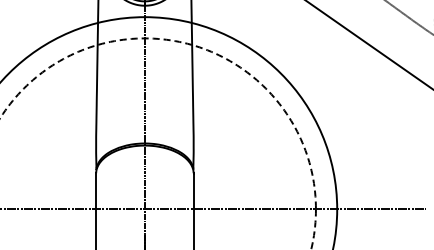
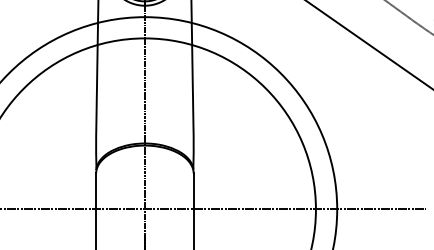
circle at (157, 143): dashed -> solid
